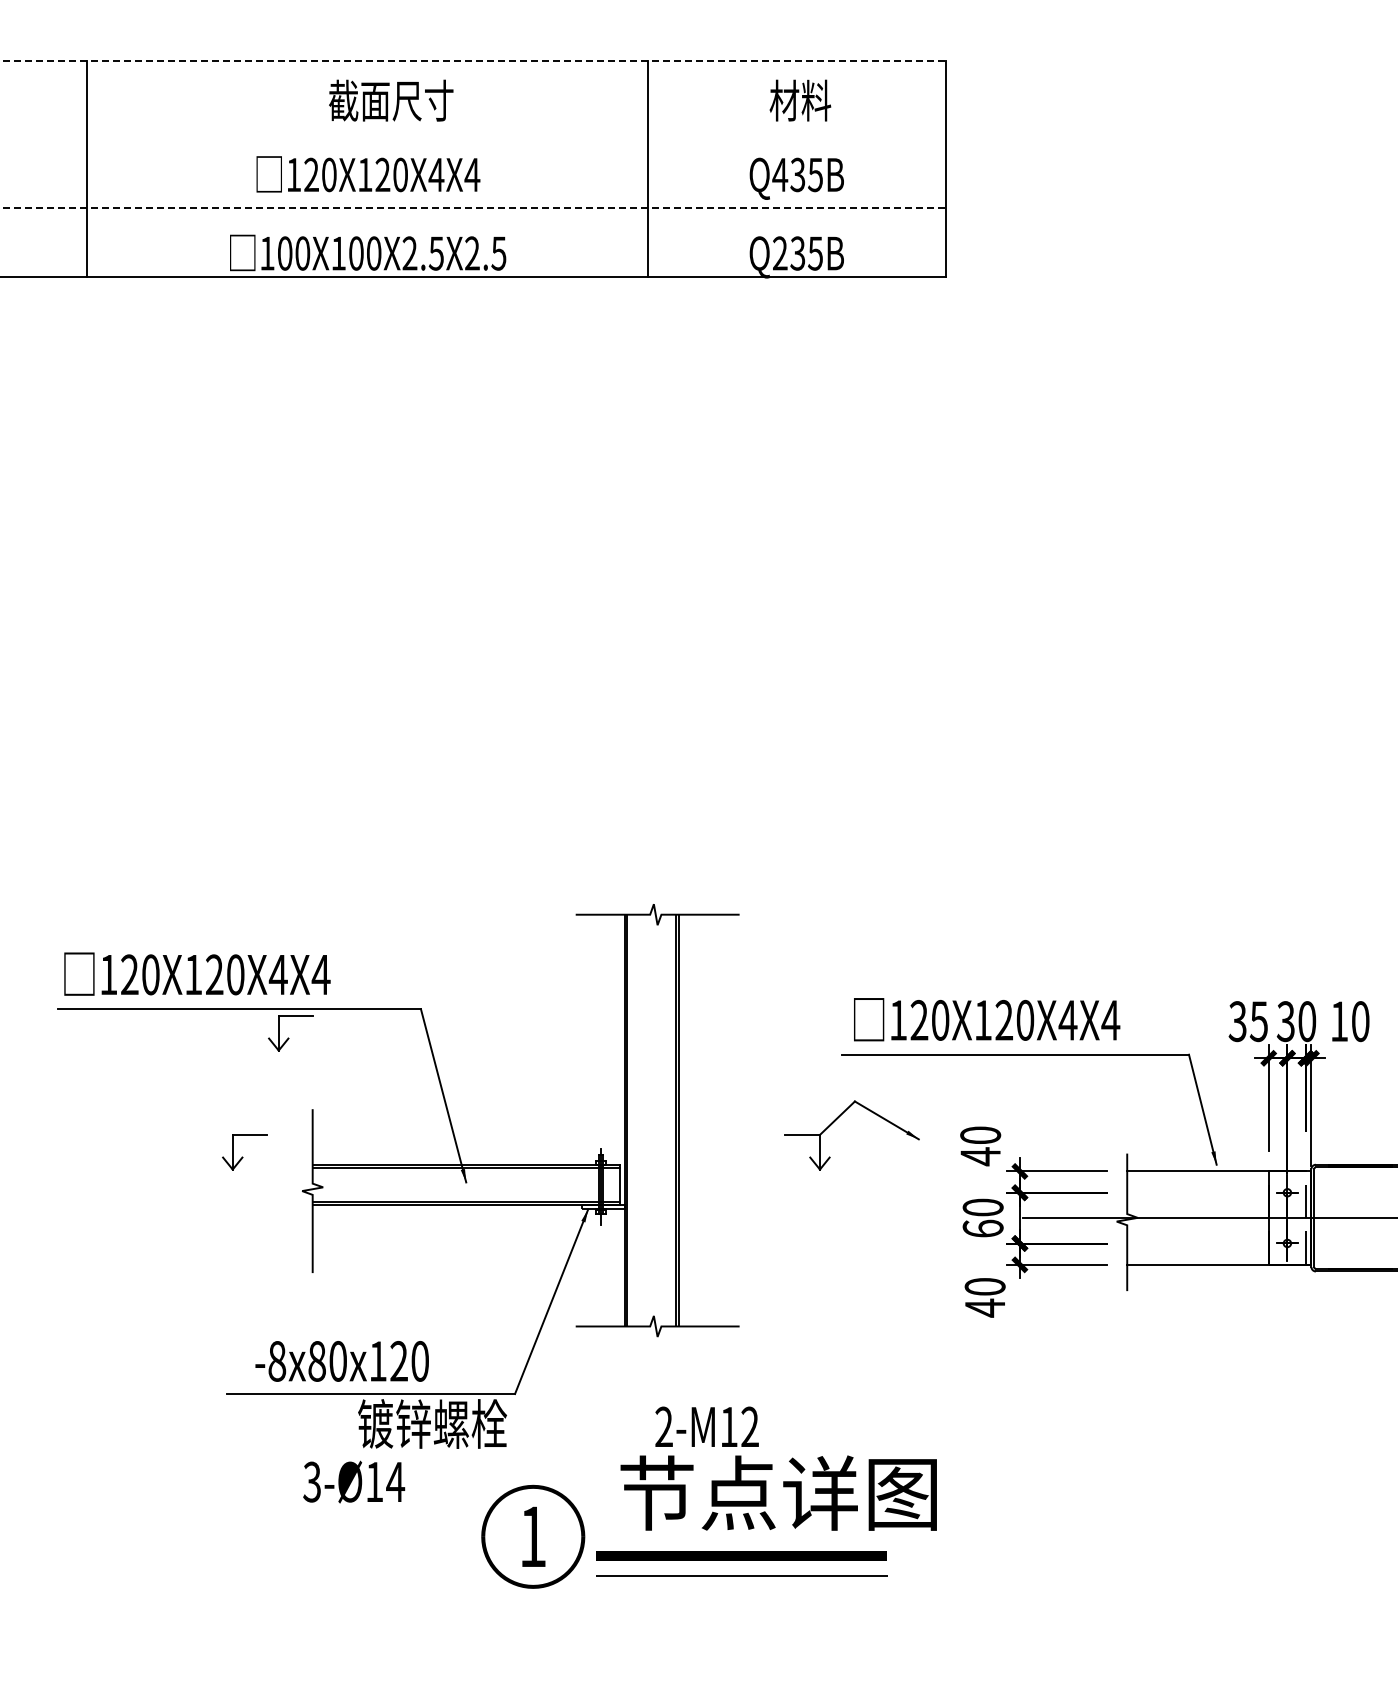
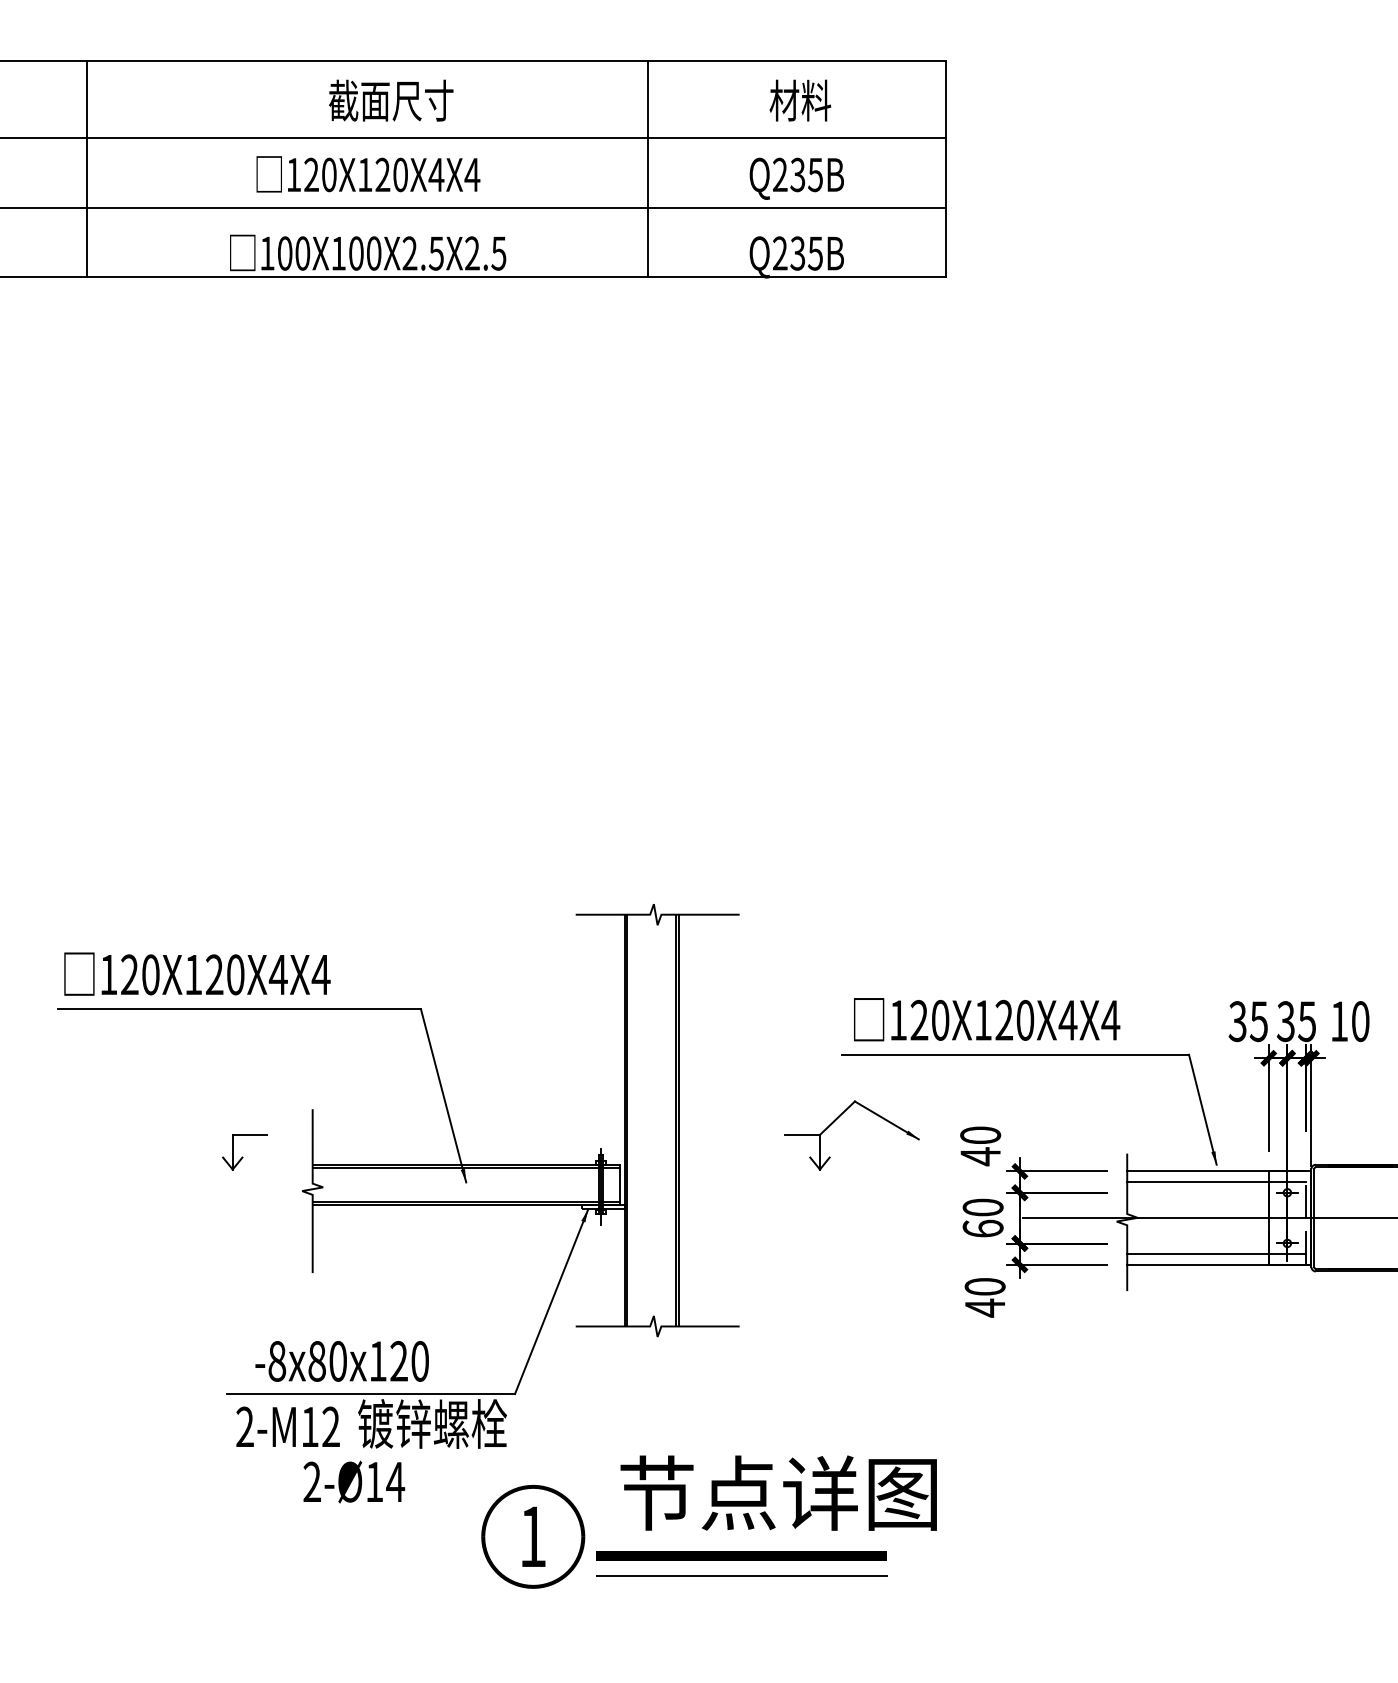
line at (472, 60): dashed -> solid
line at (473, 138): none -> present
text at (780, 174): Q435B -> Q235B
line at (472, 207): dashed -> solid
text at (1307, 1021): 30 -> 35
part at (290, 1033): present -> none
line at (1216, 1182): none -> present
line at (1216, 1254): none -> present
text at (706, 1426) position: (706, 1426) -> (287, 1426)
text at (311, 1481): 3-Ø14 -> 2-Ø14
